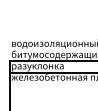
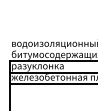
line at (51, 84): none -> present
